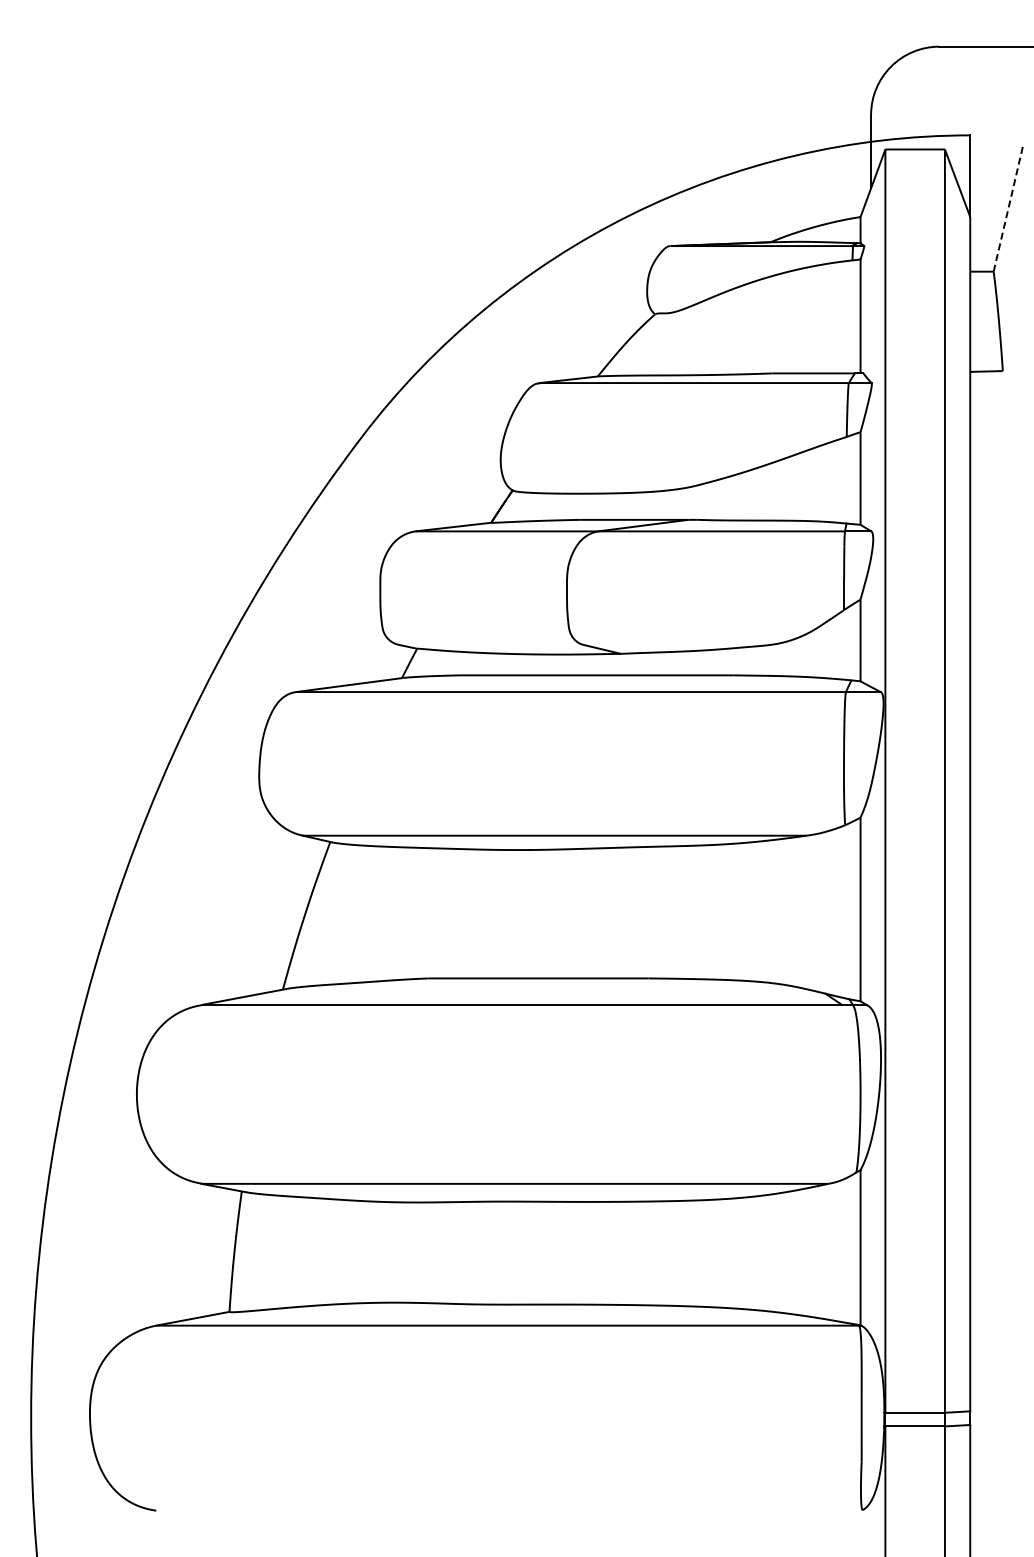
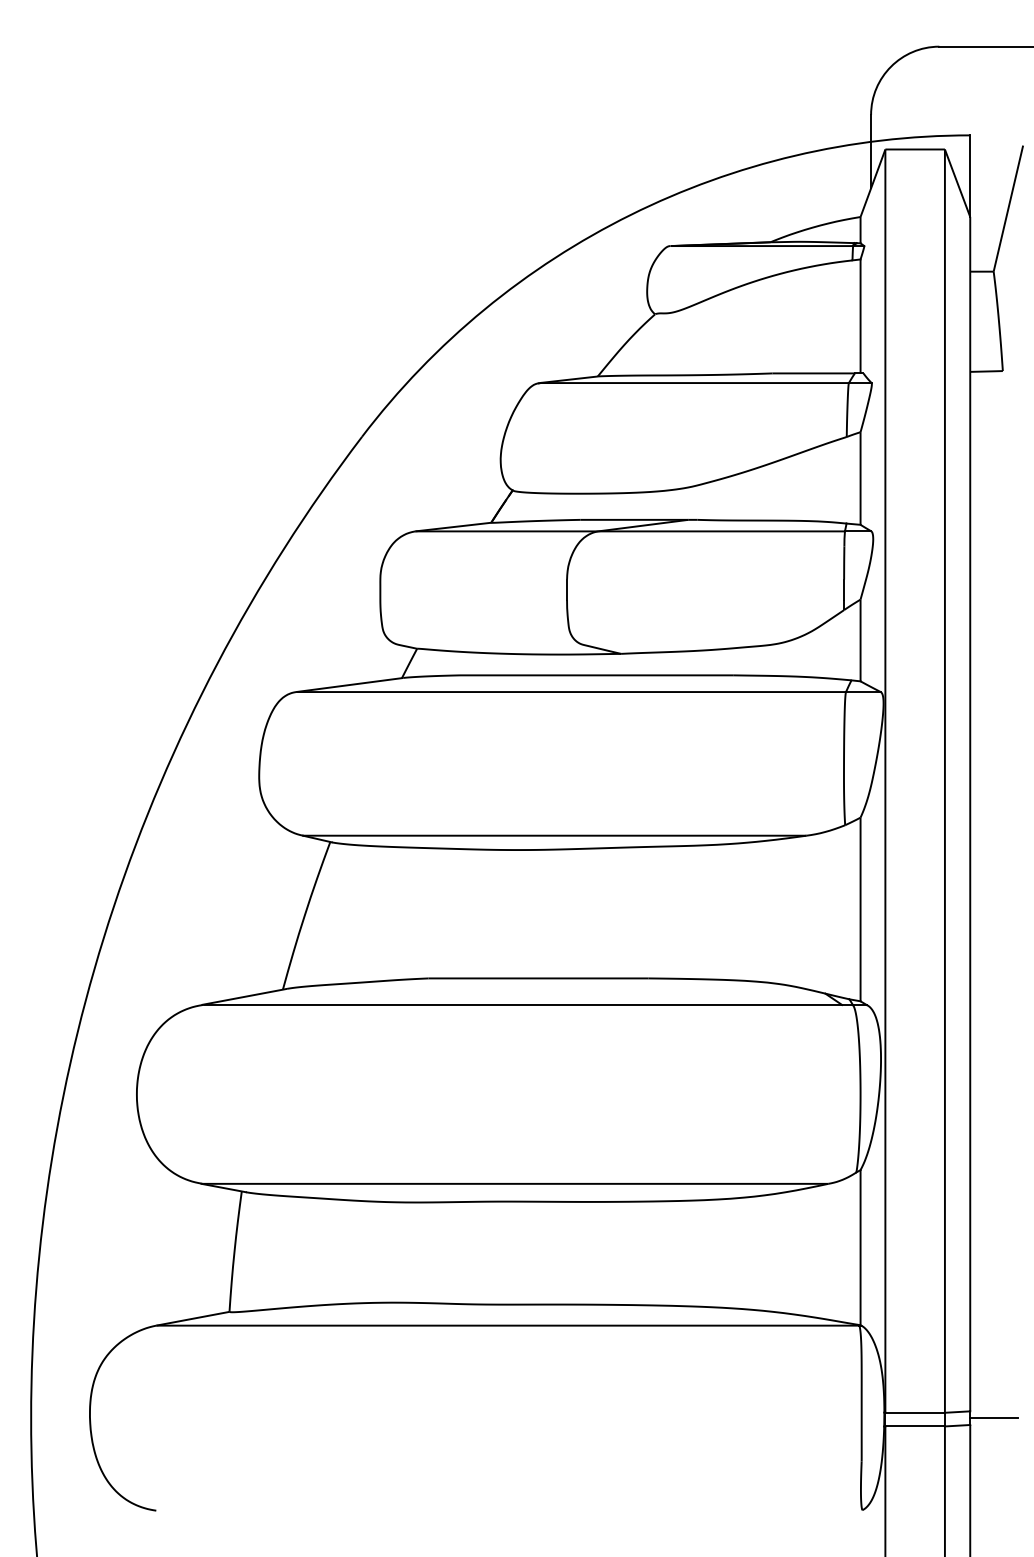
line at (1008, 208): dashed -> solid
line at (994, 1418): none -> present
